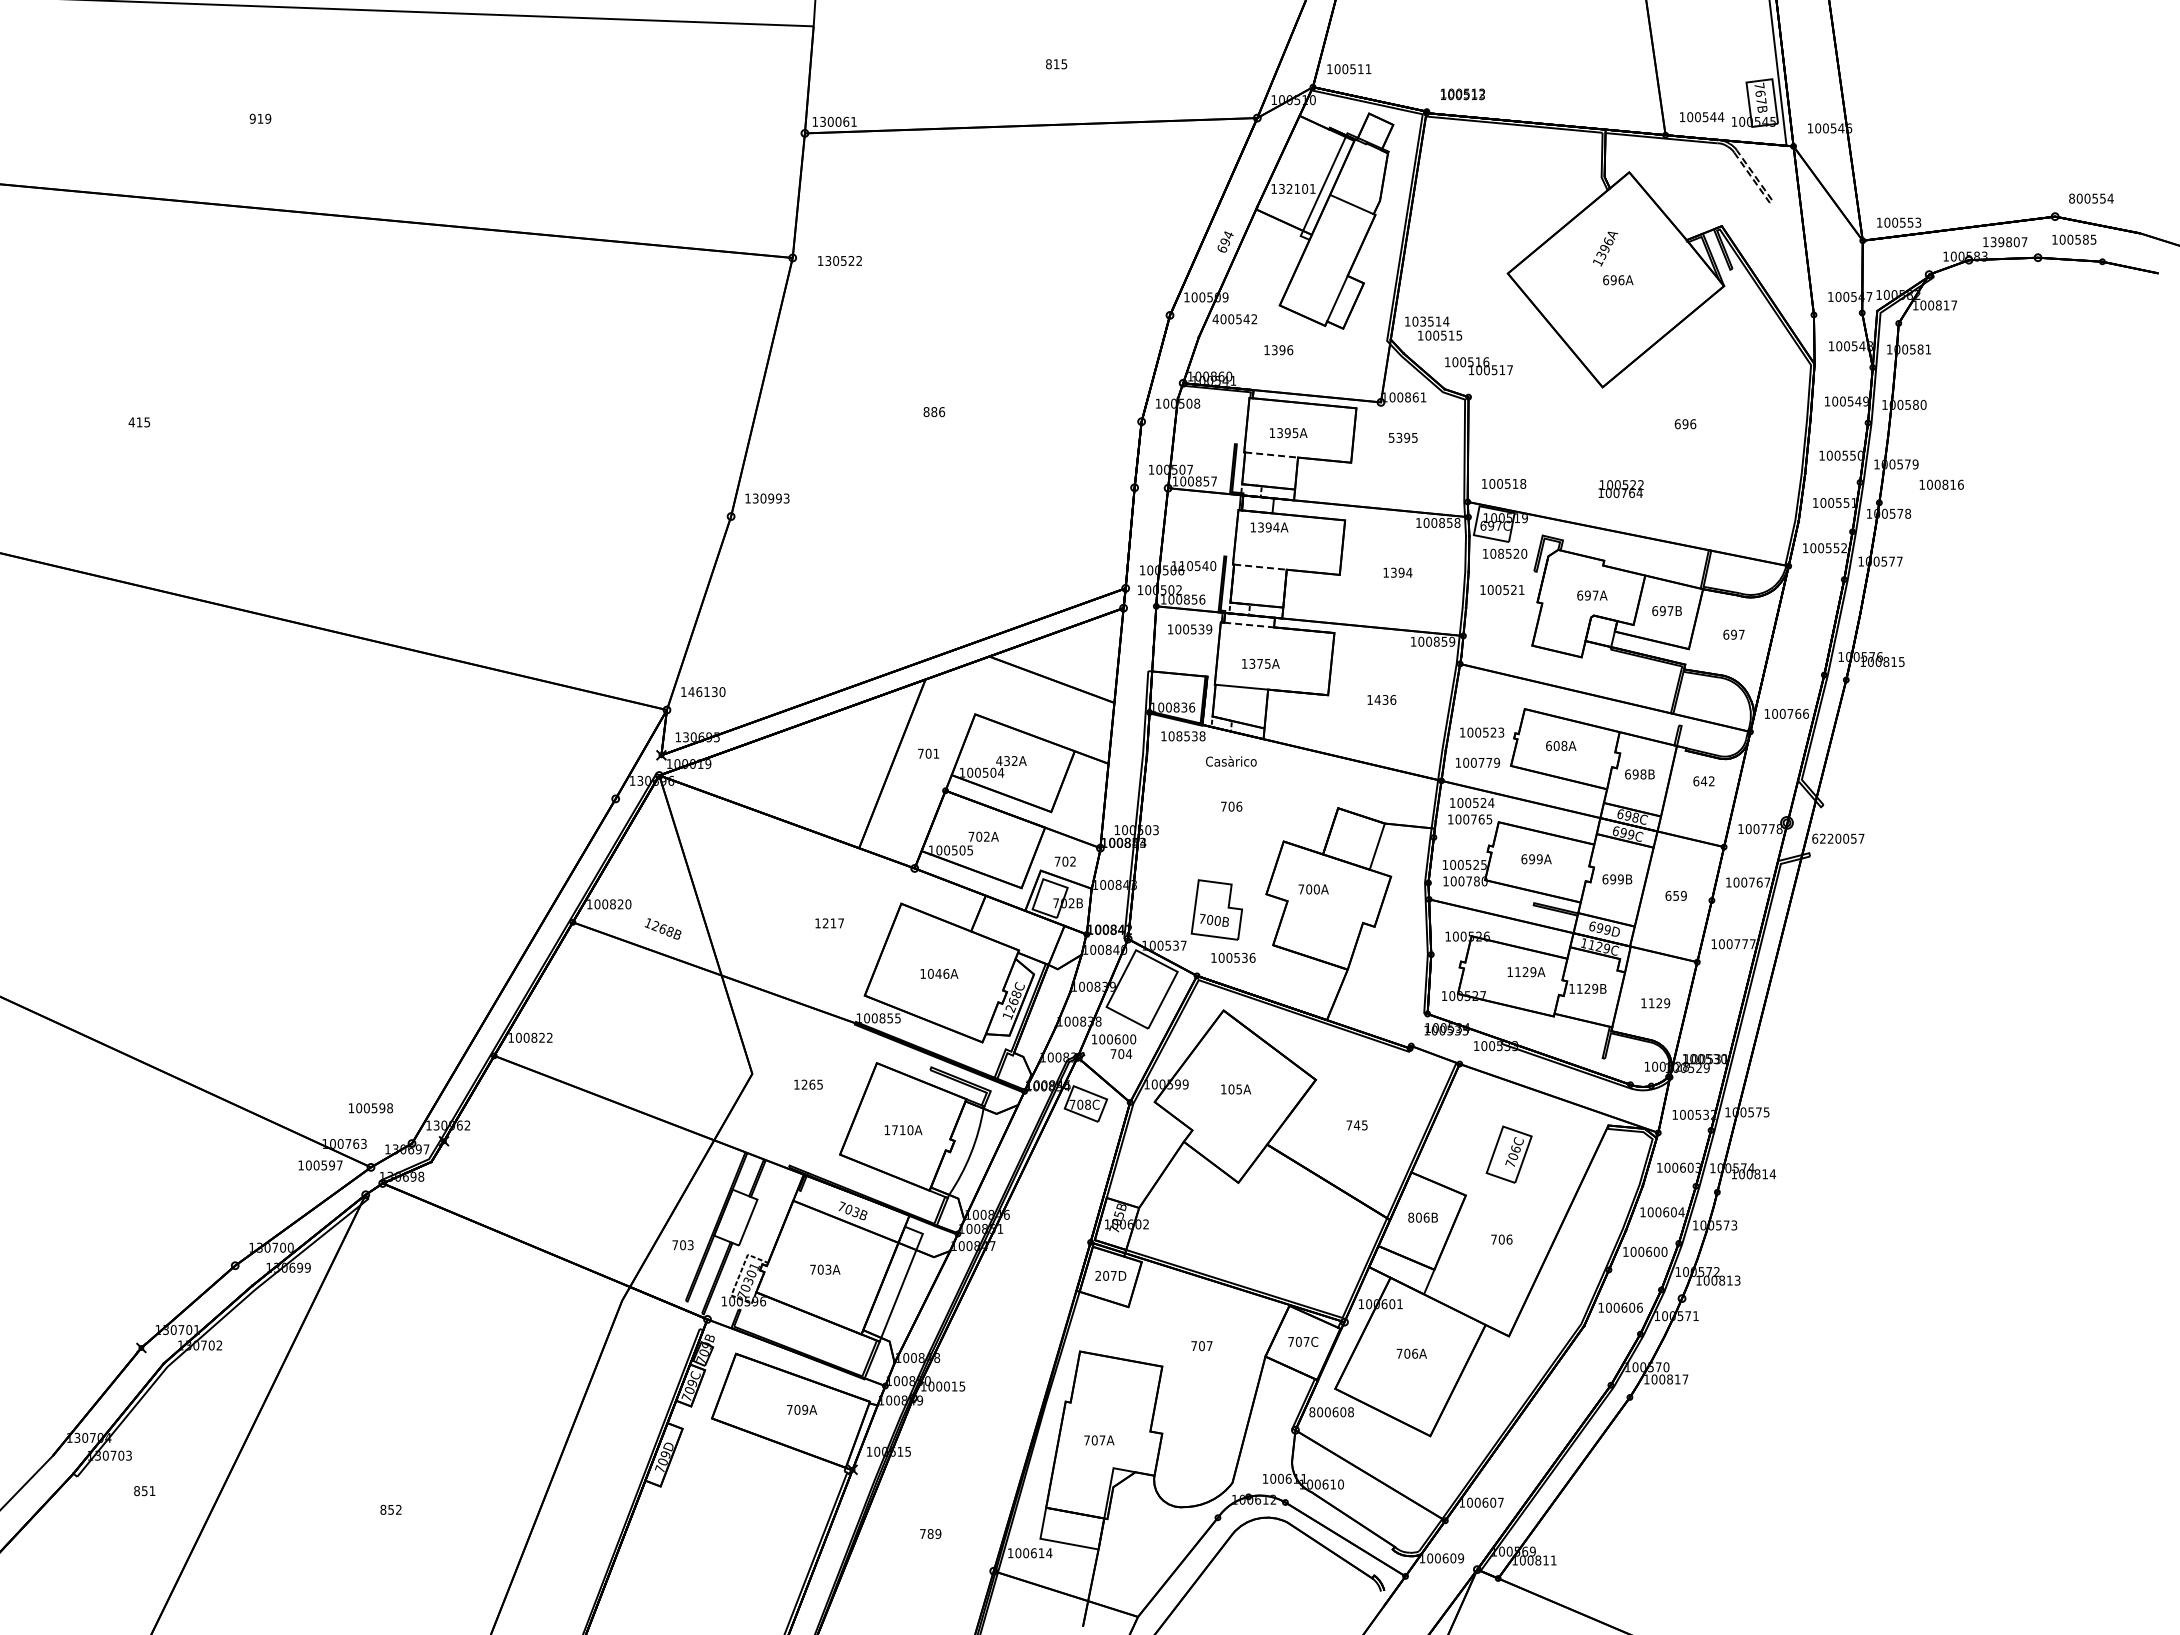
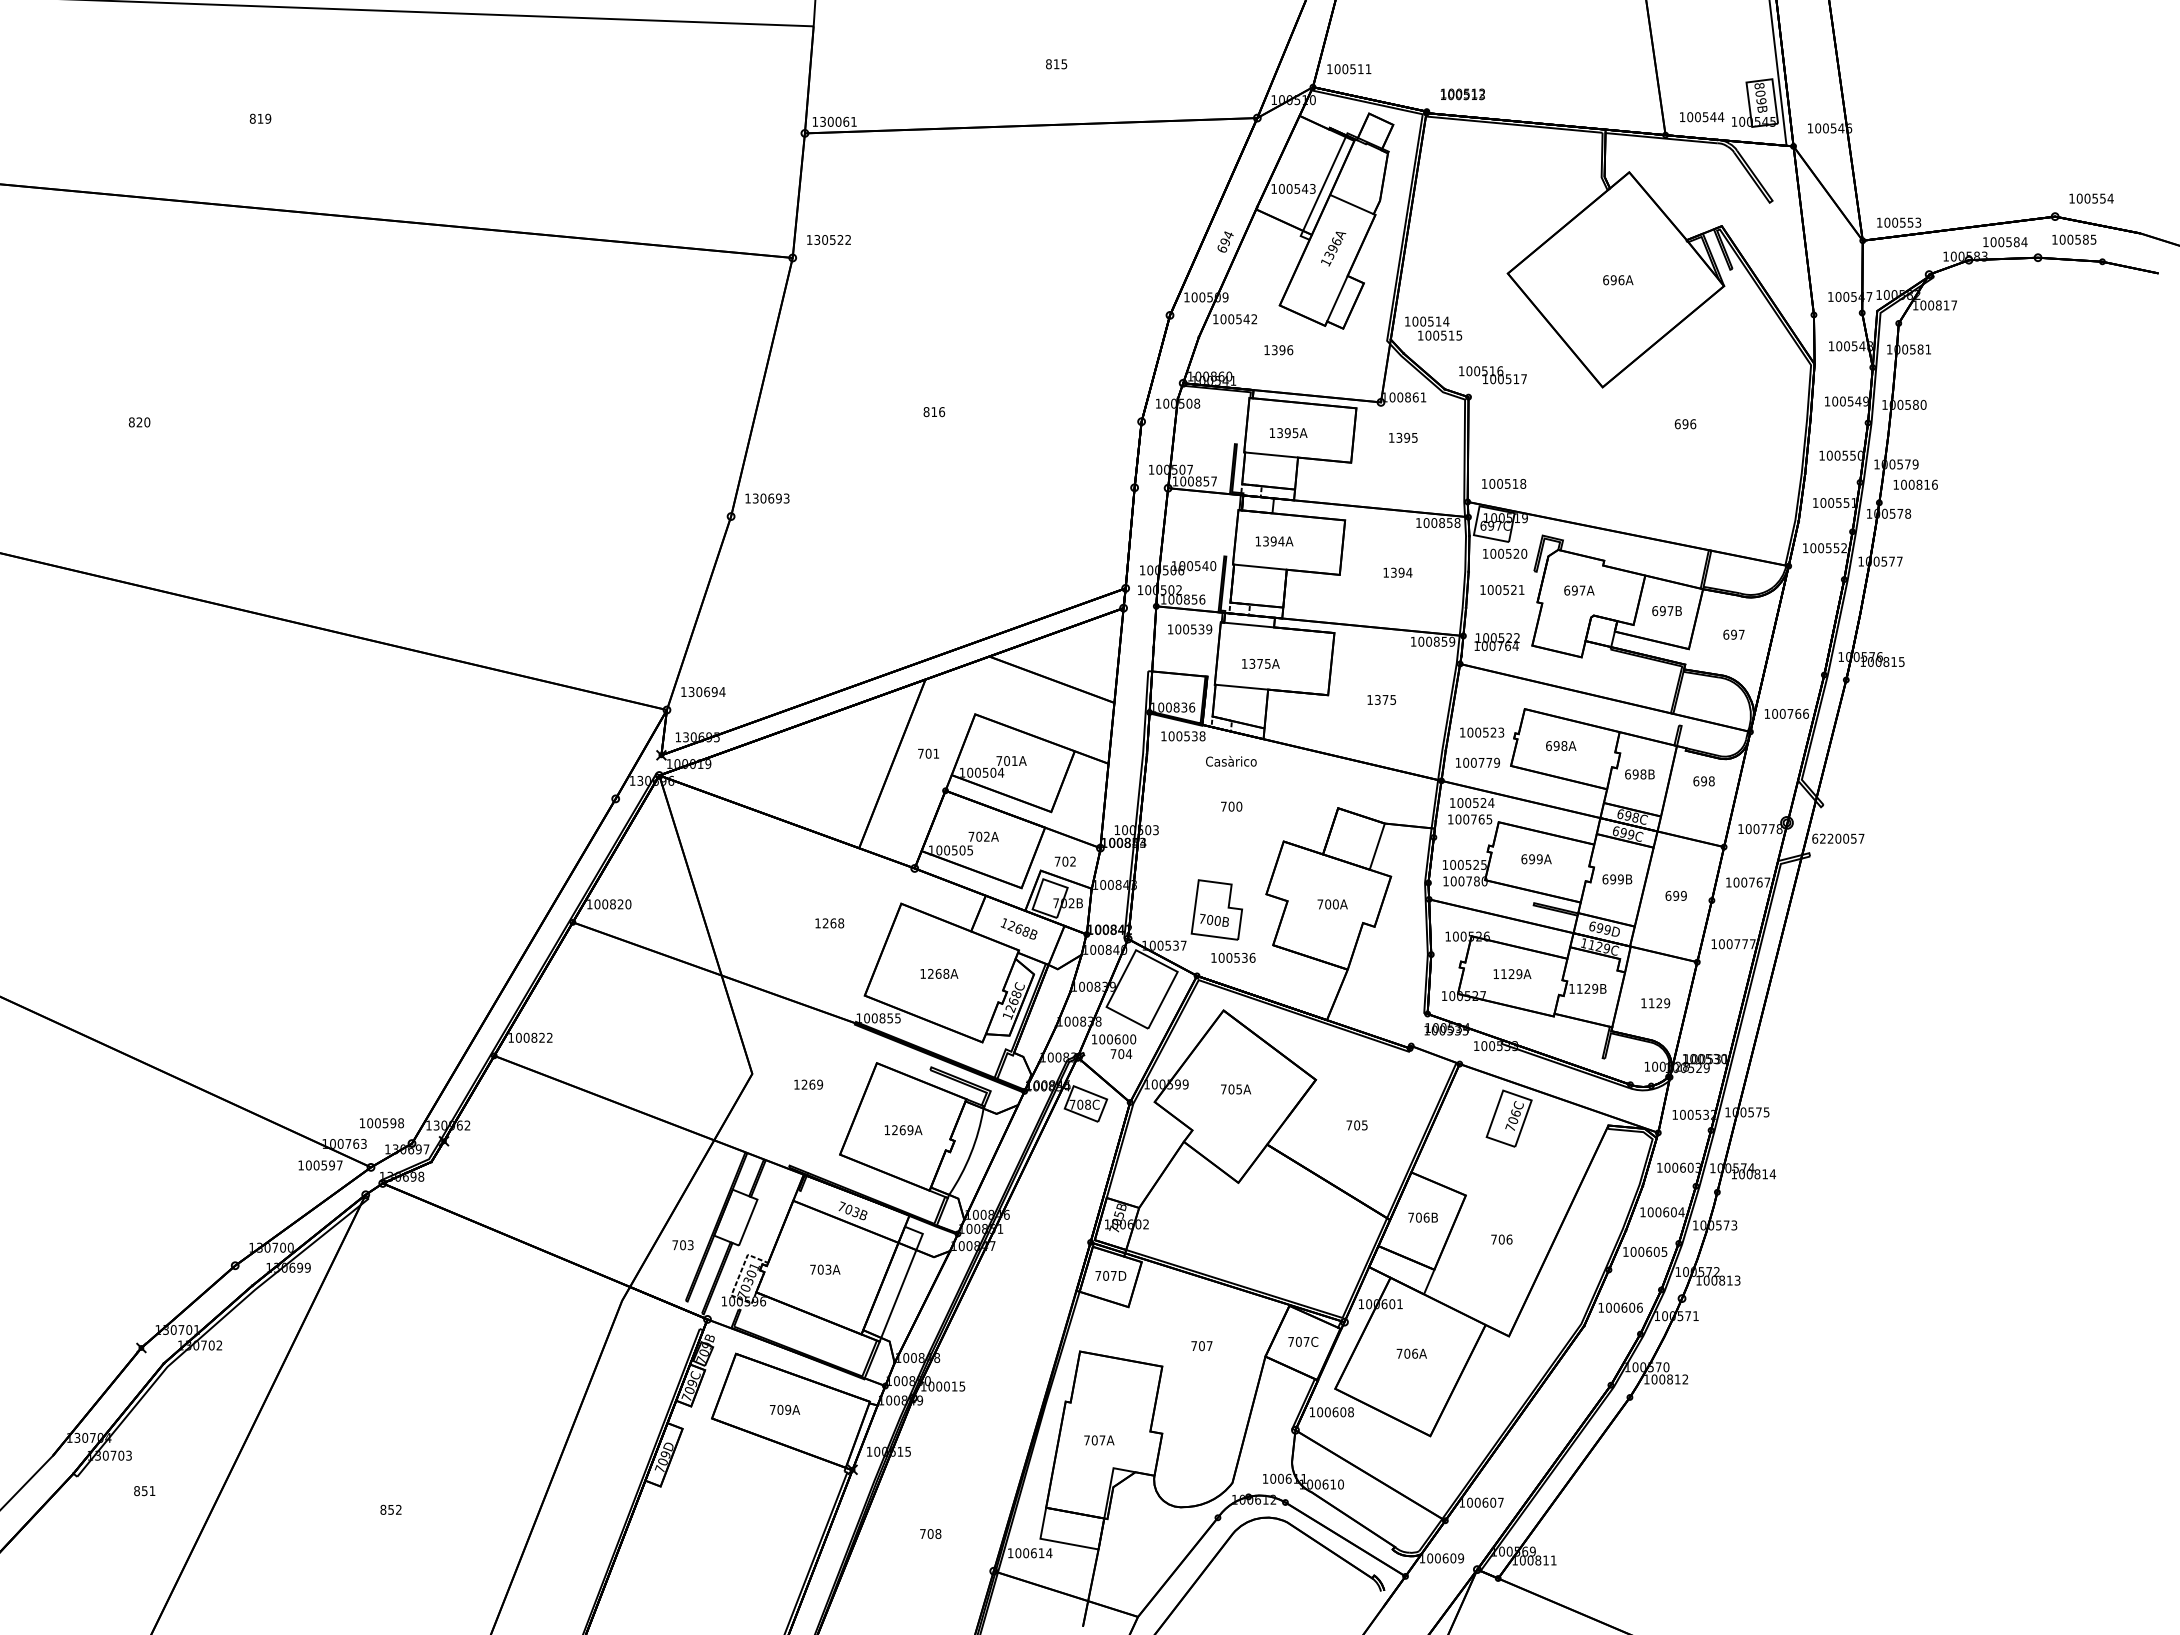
text at (1760, 93): 767B -> 809B
text at (252, 118): 919 -> 819
text at (1296, 188): 132101 -> 100543
text at (2071, 198): 800554 -> 100554
line at (1771, 201): dashed -> solid
text at (2008, 242): 139807 -> 100584
text at (1605, 248) position: (1605, 248) -> (1333, 248)
text at (839, 260) position: (839, 260) -> (828, 239)
text at (1215, 319): 400542 -> 100542
text at (1423, 321): 103514 -> 100514
text at (1478, 366) position: (1478, 366) -> (1492, 375)
text at (934, 412): 886 -> 816
text at (139, 422): 415 -> 820
text at (1391, 437): 5395 -> 1395
line at (1271, 455): dashed -> solid
text at (1941, 484) position: (1941, 484) -> (1915, 484)
text at (1620, 489) position: (1620, 489) -> (1496, 642)
text at (771, 498): 130993 -> 130693
text at (1269, 527) position: (1269, 527) -> (1274, 541)
text at (1501, 553): 108520 -> 100520
text at (1182, 566): 110540 -> 100540
line at (1260, 567): dashed -> solid
text at (1592, 595) position: (1592, 595) -> (1579, 590)
line at (1249, 625): dashed -> solid
text at (706, 692): 146130 -> 130694
text at (1385, 699): 1436 -> 1375
text at (1179, 736): 108538 -> 100538
text at (1556, 745): 608A -> 698A
text at (1006, 760): 432A -> 701A
text at (1707, 781): 642 -> 698
text at (1239, 806): 706 -> 700
text at (1313, 889) position: (1313, 889) -> (1332, 904)
text at (1676, 895): 659 -> 699
text at (837, 923): 1217 -> 1268
text at (662, 928) position: (662, 928) -> (1018, 928)
text at (1526, 972) position: (1526, 972) -> (1512, 974)
text at (938, 973): 1046A -> 1268A
text at (820, 1084): 1265 -> 1269
text at (1223, 1089): 105A -> 705A
text at (370, 1108) position: (370, 1108) -> (381, 1123)
text at (1356, 1125): 745 -> 705
text at (902, 1130): 1710A -> 1269A
part at (1508, 1154) position: (1508, 1154) -> (1508, 1118)
text at (1411, 1217): 806B -> 706B
text at (1664, 1251): 100600 -> 100605
text at (1098, 1275): 207D -> 707D
text at (1685, 1379): 100817 -> 100812
text at (802, 1409) position: (802, 1409) -> (785, 1409)
text at (1312, 1412): 800608 -> 100608
text at (934, 1533): 789 -> 708
